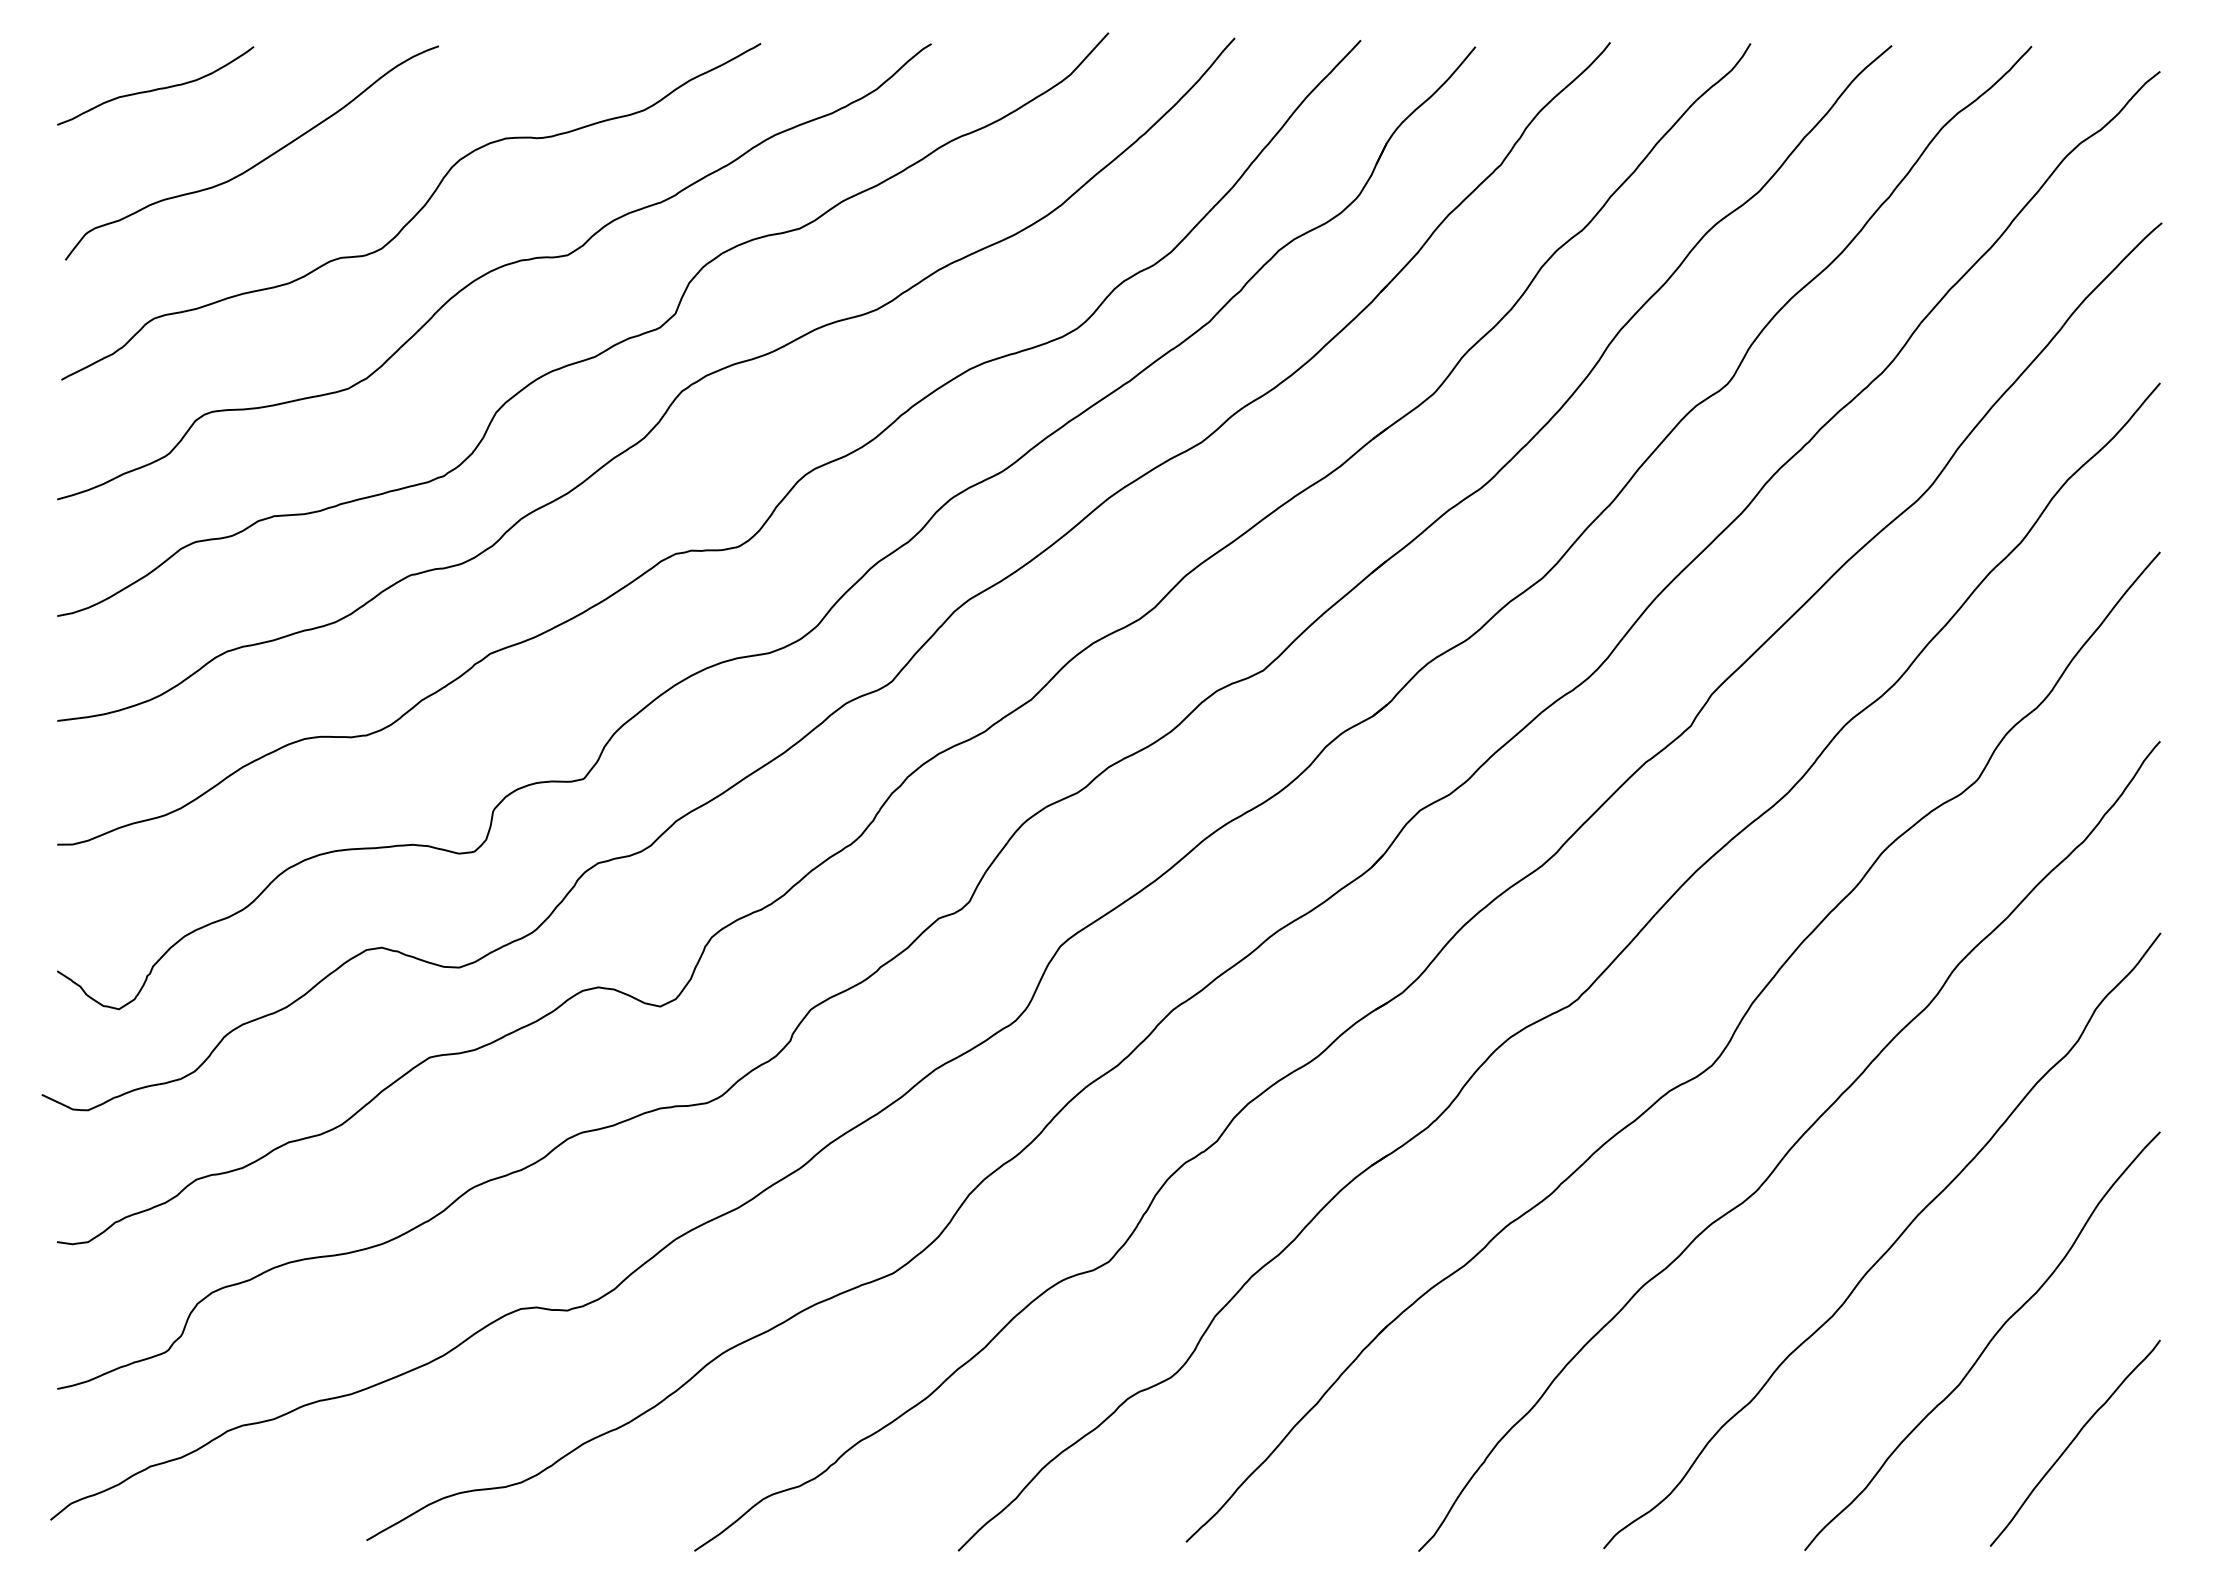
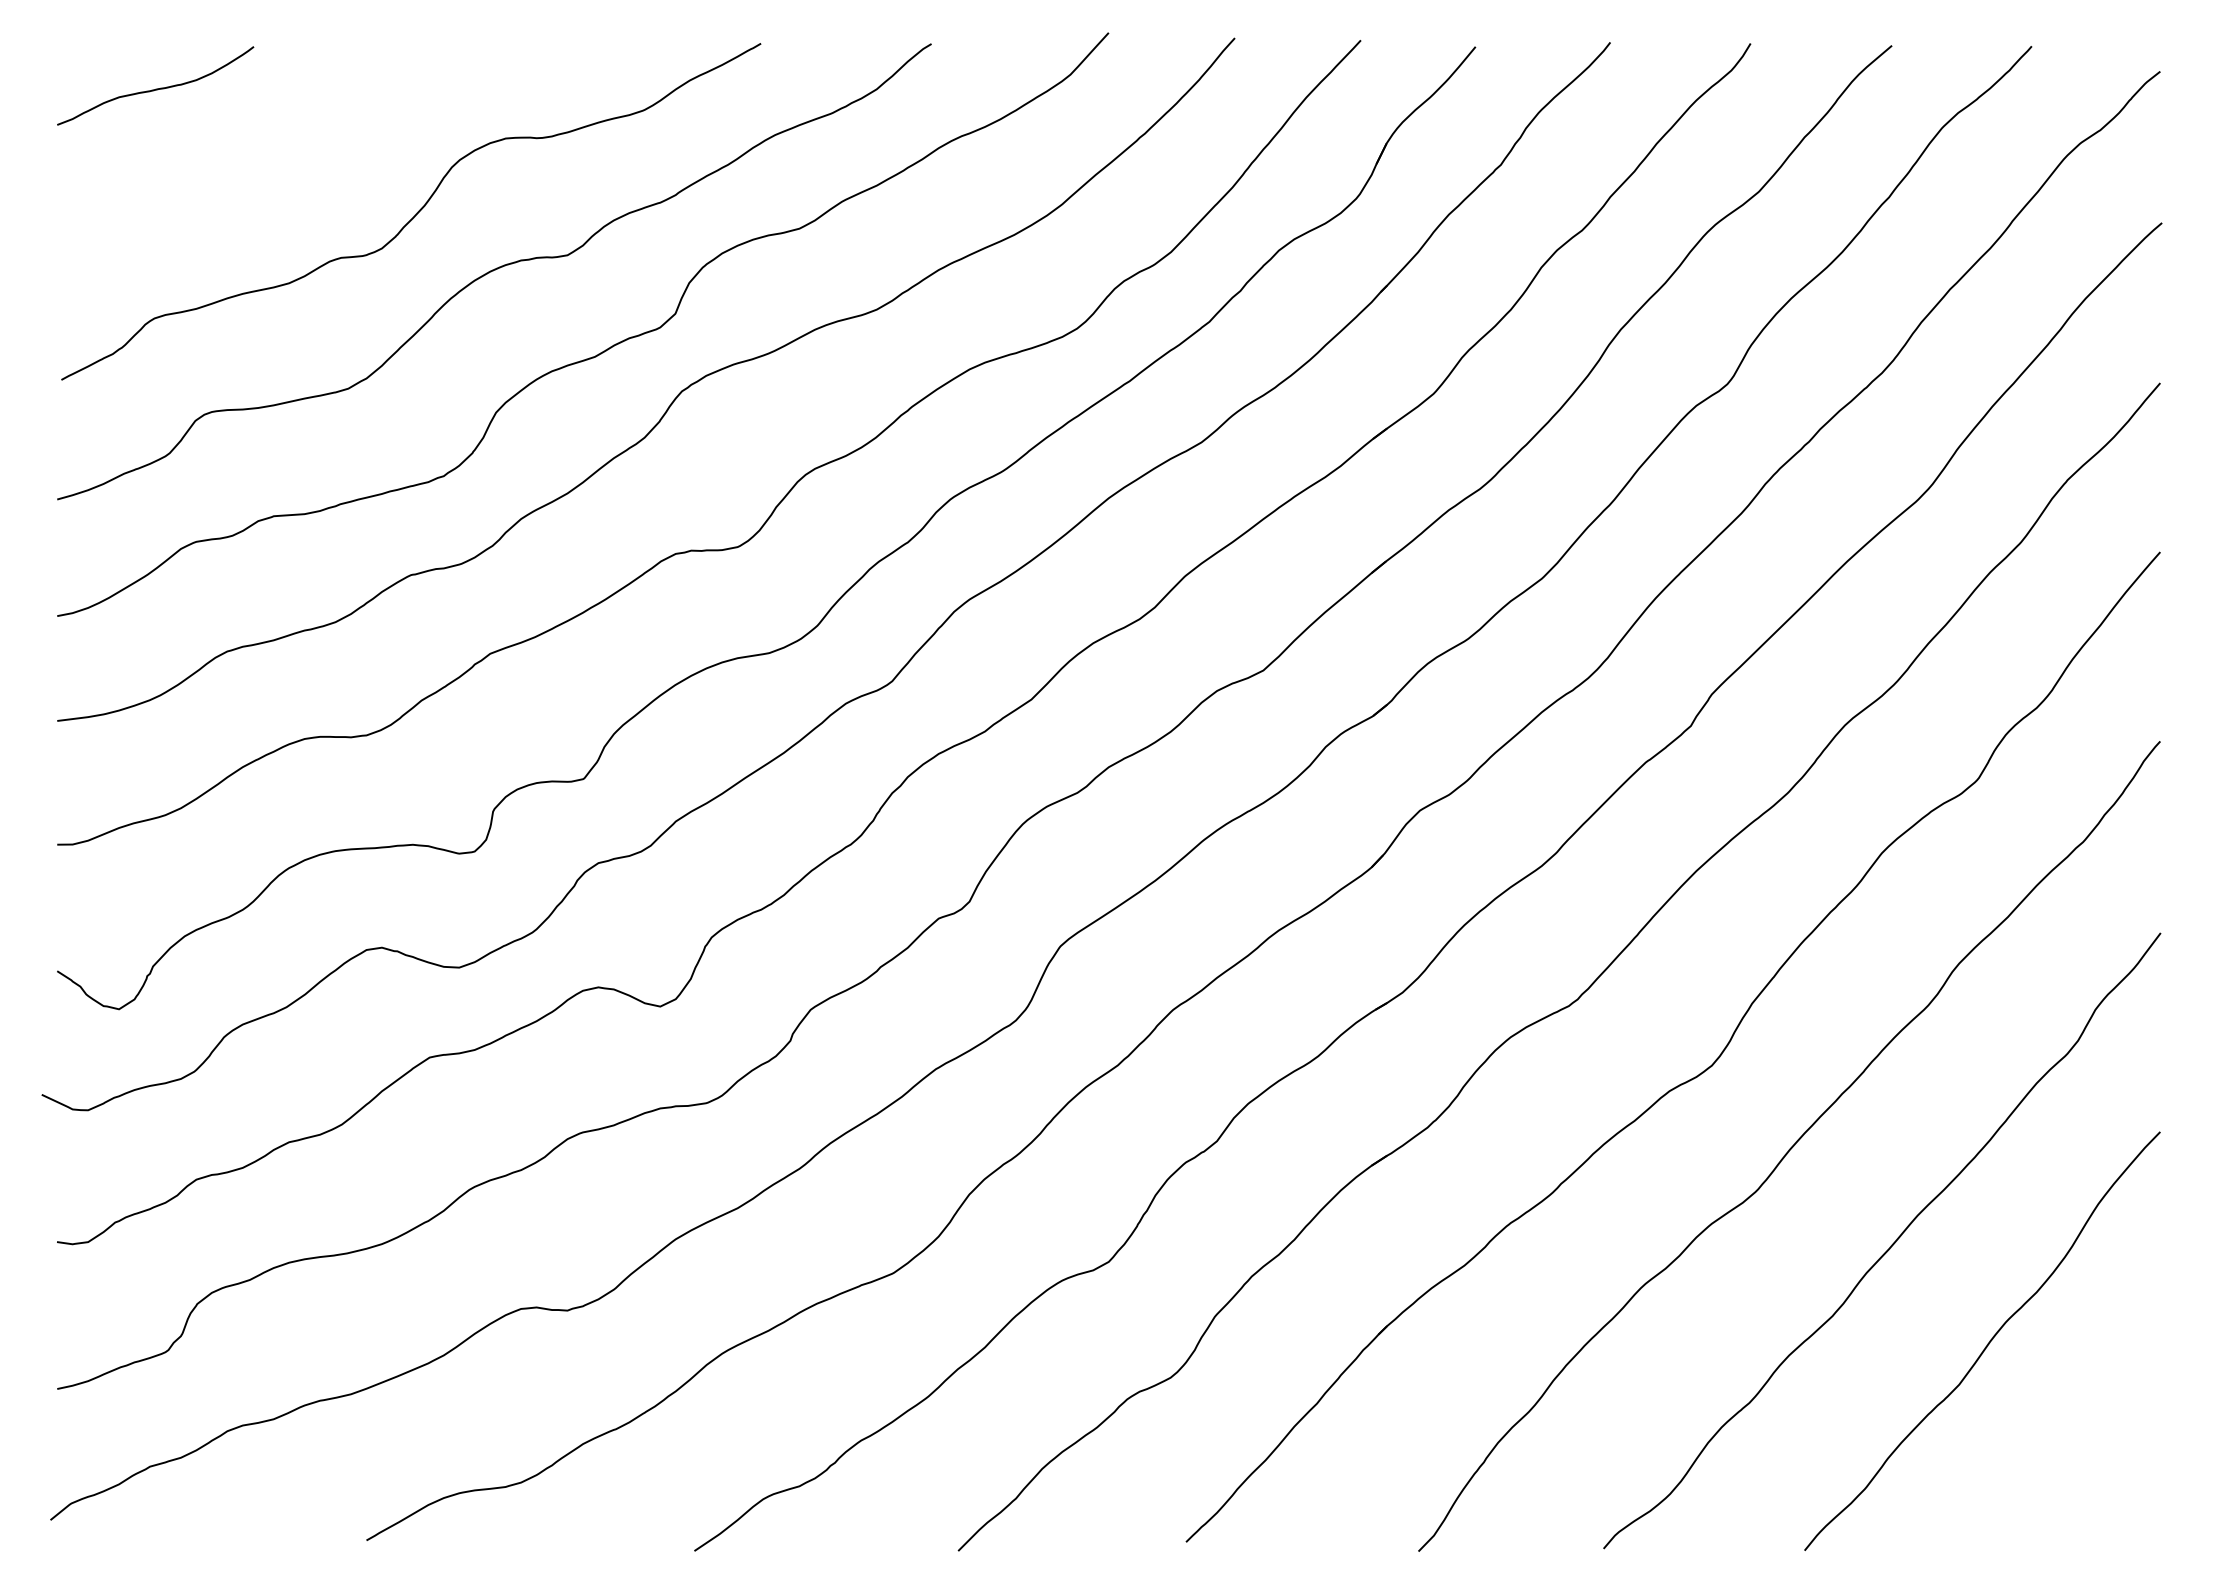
curve at (259, 161): present -> none
curve at (2073, 1441): present -> none
